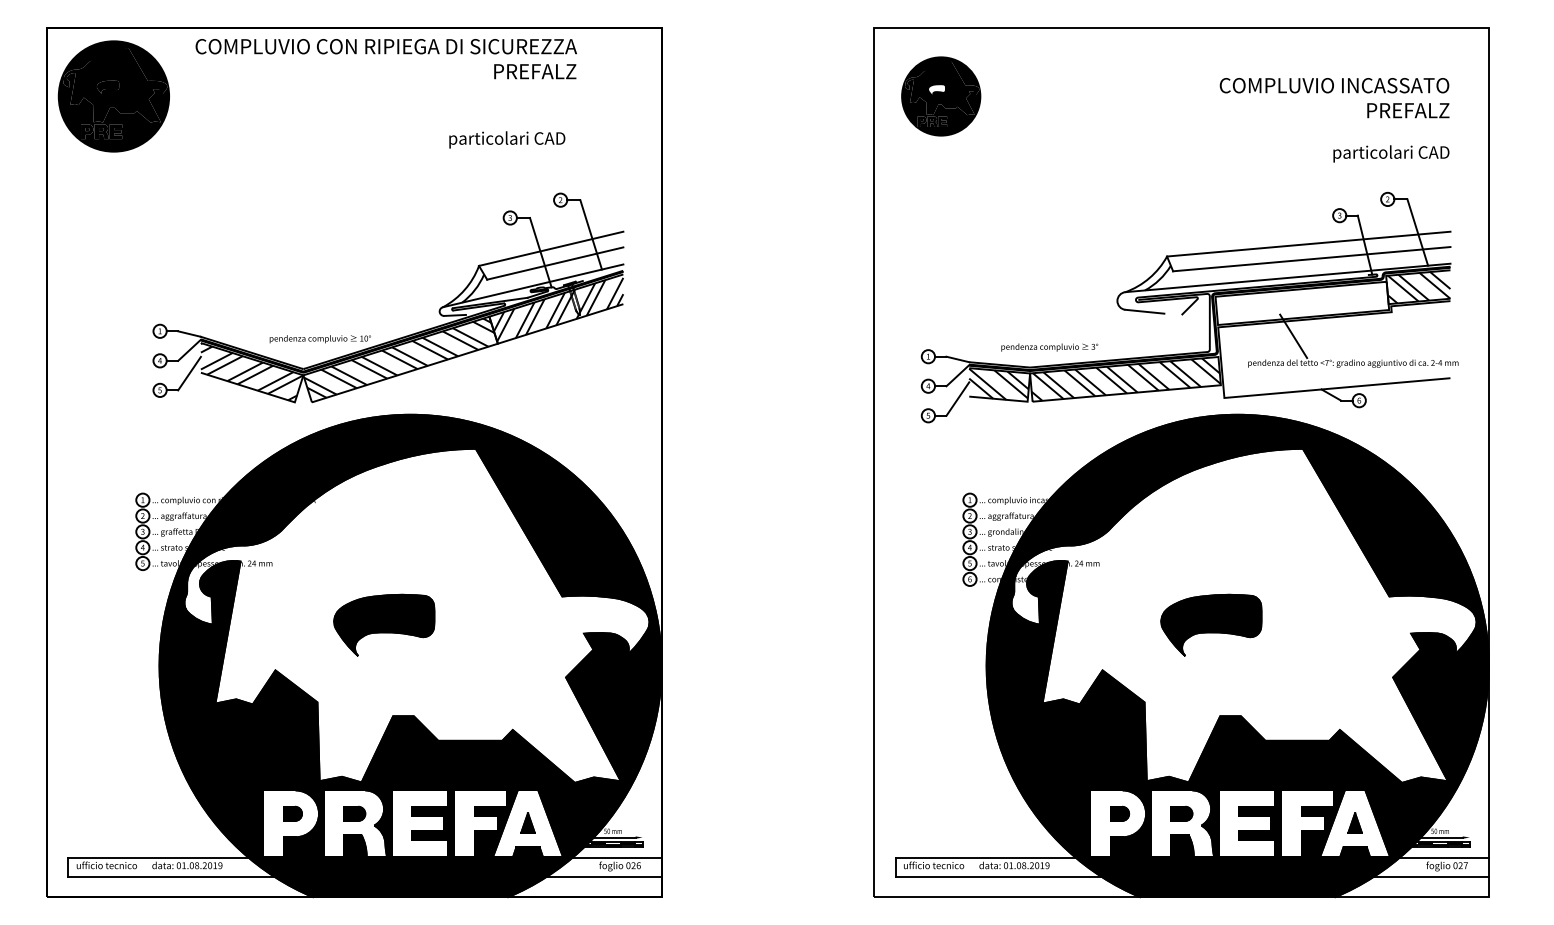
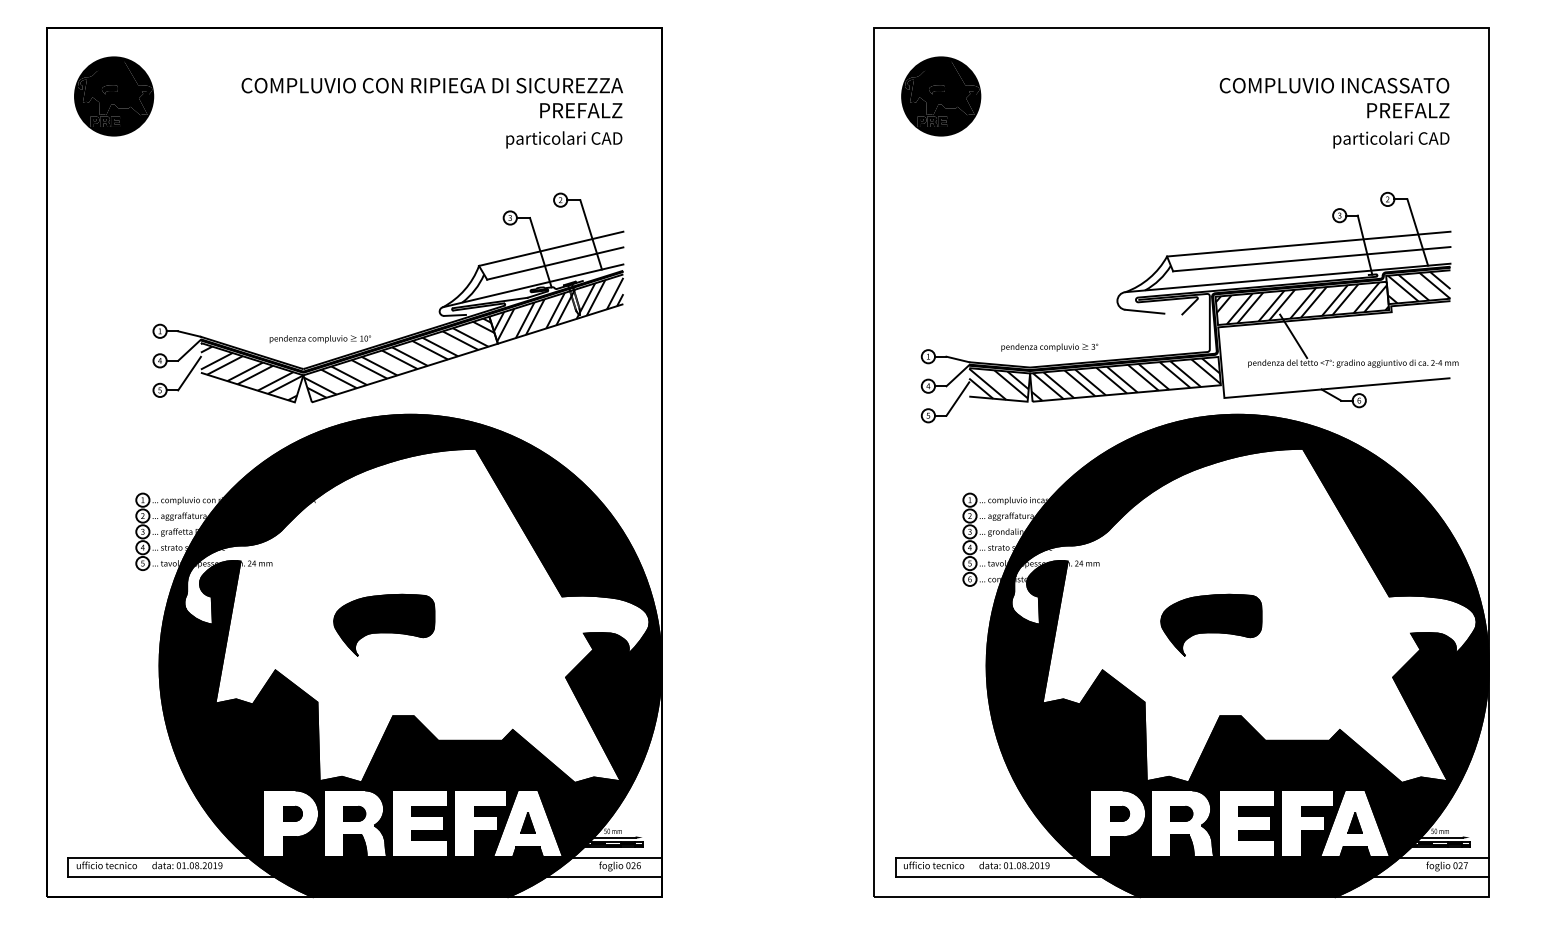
text at (385, 59) position: (385, 59) -> (431, 98)
fill at (937, 89): none -> present
part at (113, 96) size: 113x113 px -> 81x81 px
text at (507, 139) position: (507, 139) -> (564, 139)
text at (1391, 153) position: (1391, 153) -> (1391, 139)
hatch at (1302, 303): none -> present
